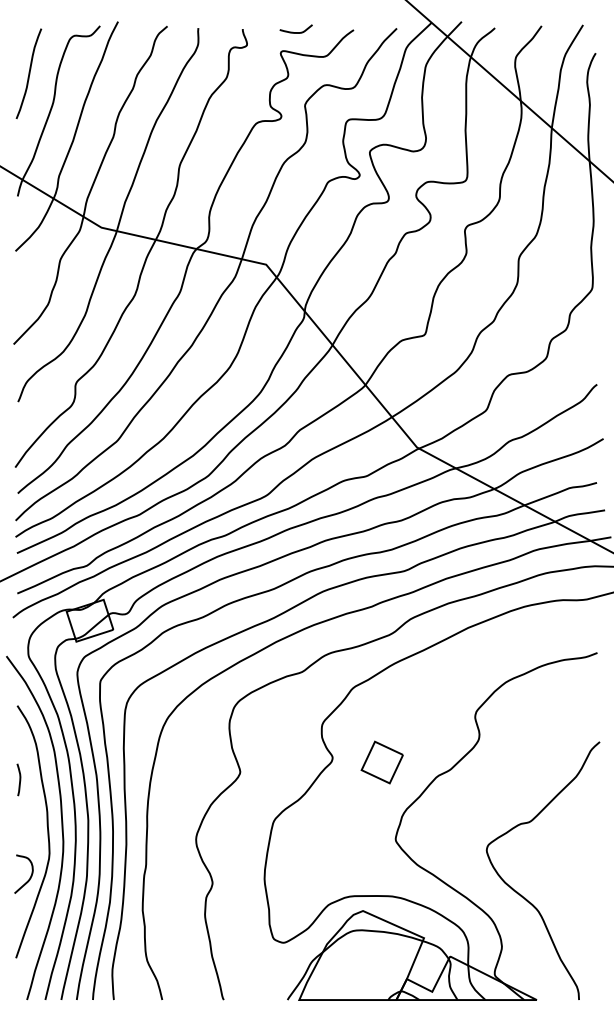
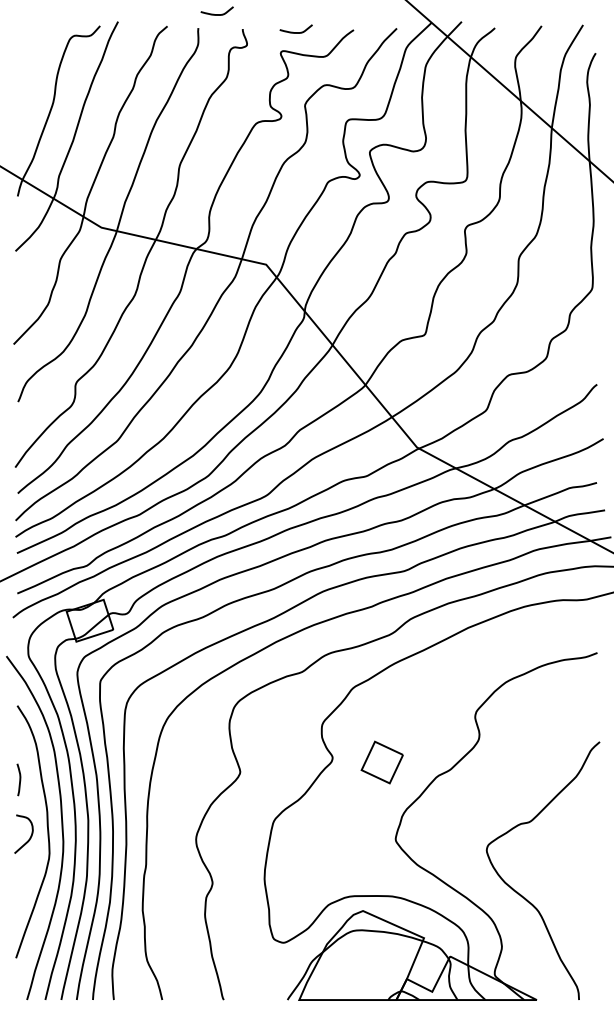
curve at (216, 14): none -> present
curve at (28, 73): present -> none
curve at (29, 877) position: (29, 877) -> (29, 837)
